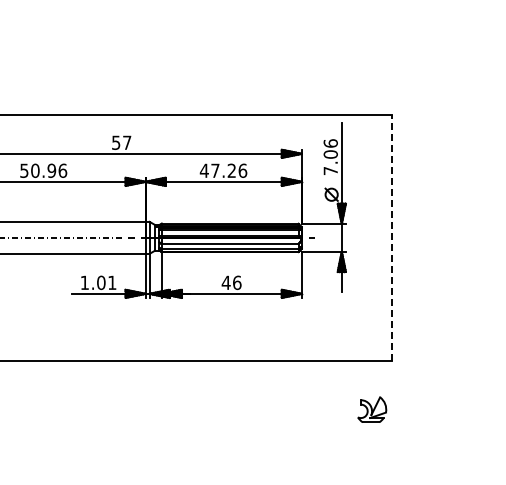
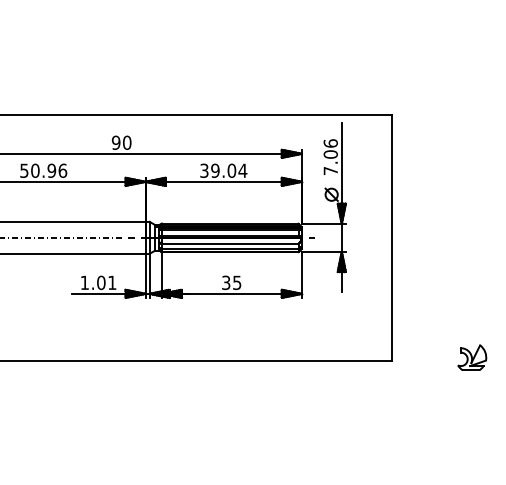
text at (121, 142): 57 -> 90
text at (223, 170): 47.26 -> 39.04
line at (392, 237): dashed -> solid
text at (231, 282): 46 -> 35
part at (372, 409) position: (372, 409) -> (472, 357)
